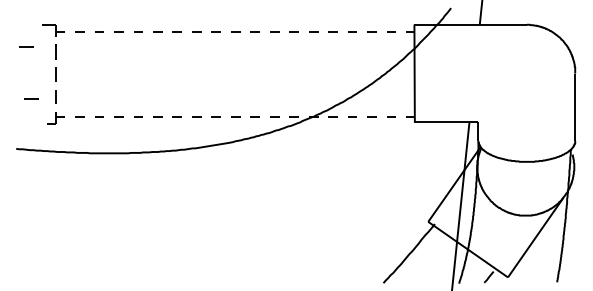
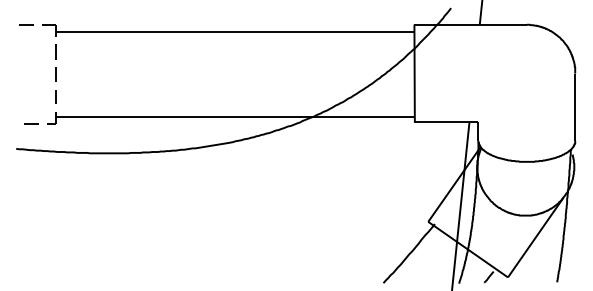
line at (235, 31): dashed -> solid
line at (26, 46) position: (26, 46) -> (26, 24)
line at (31, 98) position: (31, 98) -> (31, 123)
line at (235, 117): dashed -> solid
